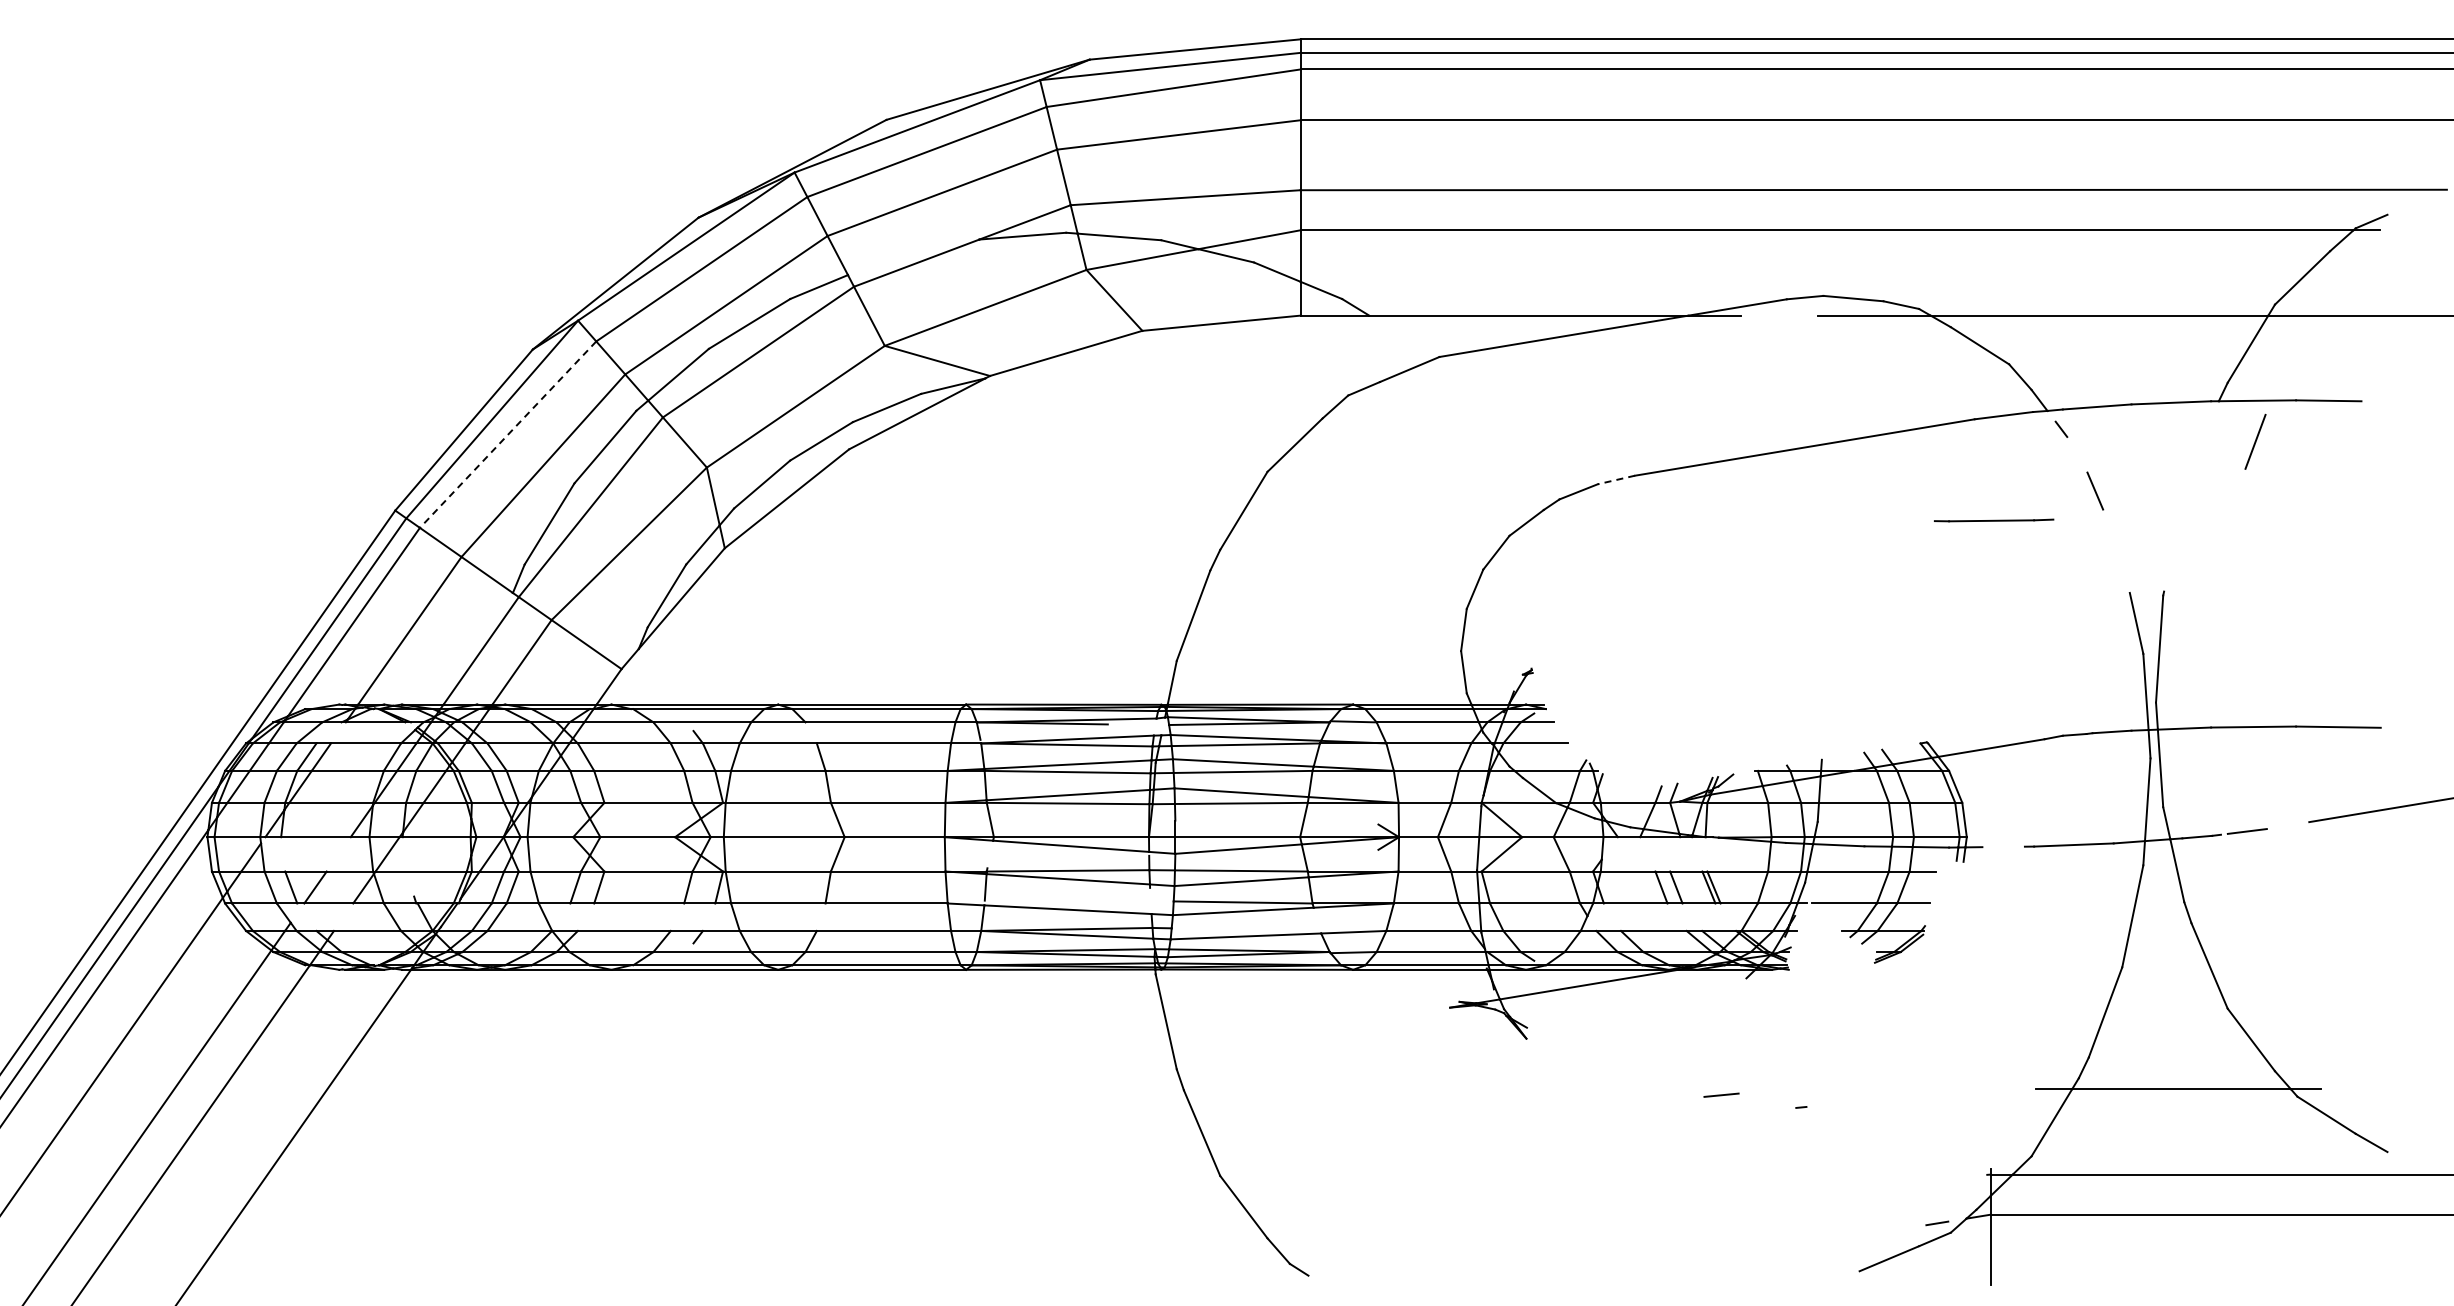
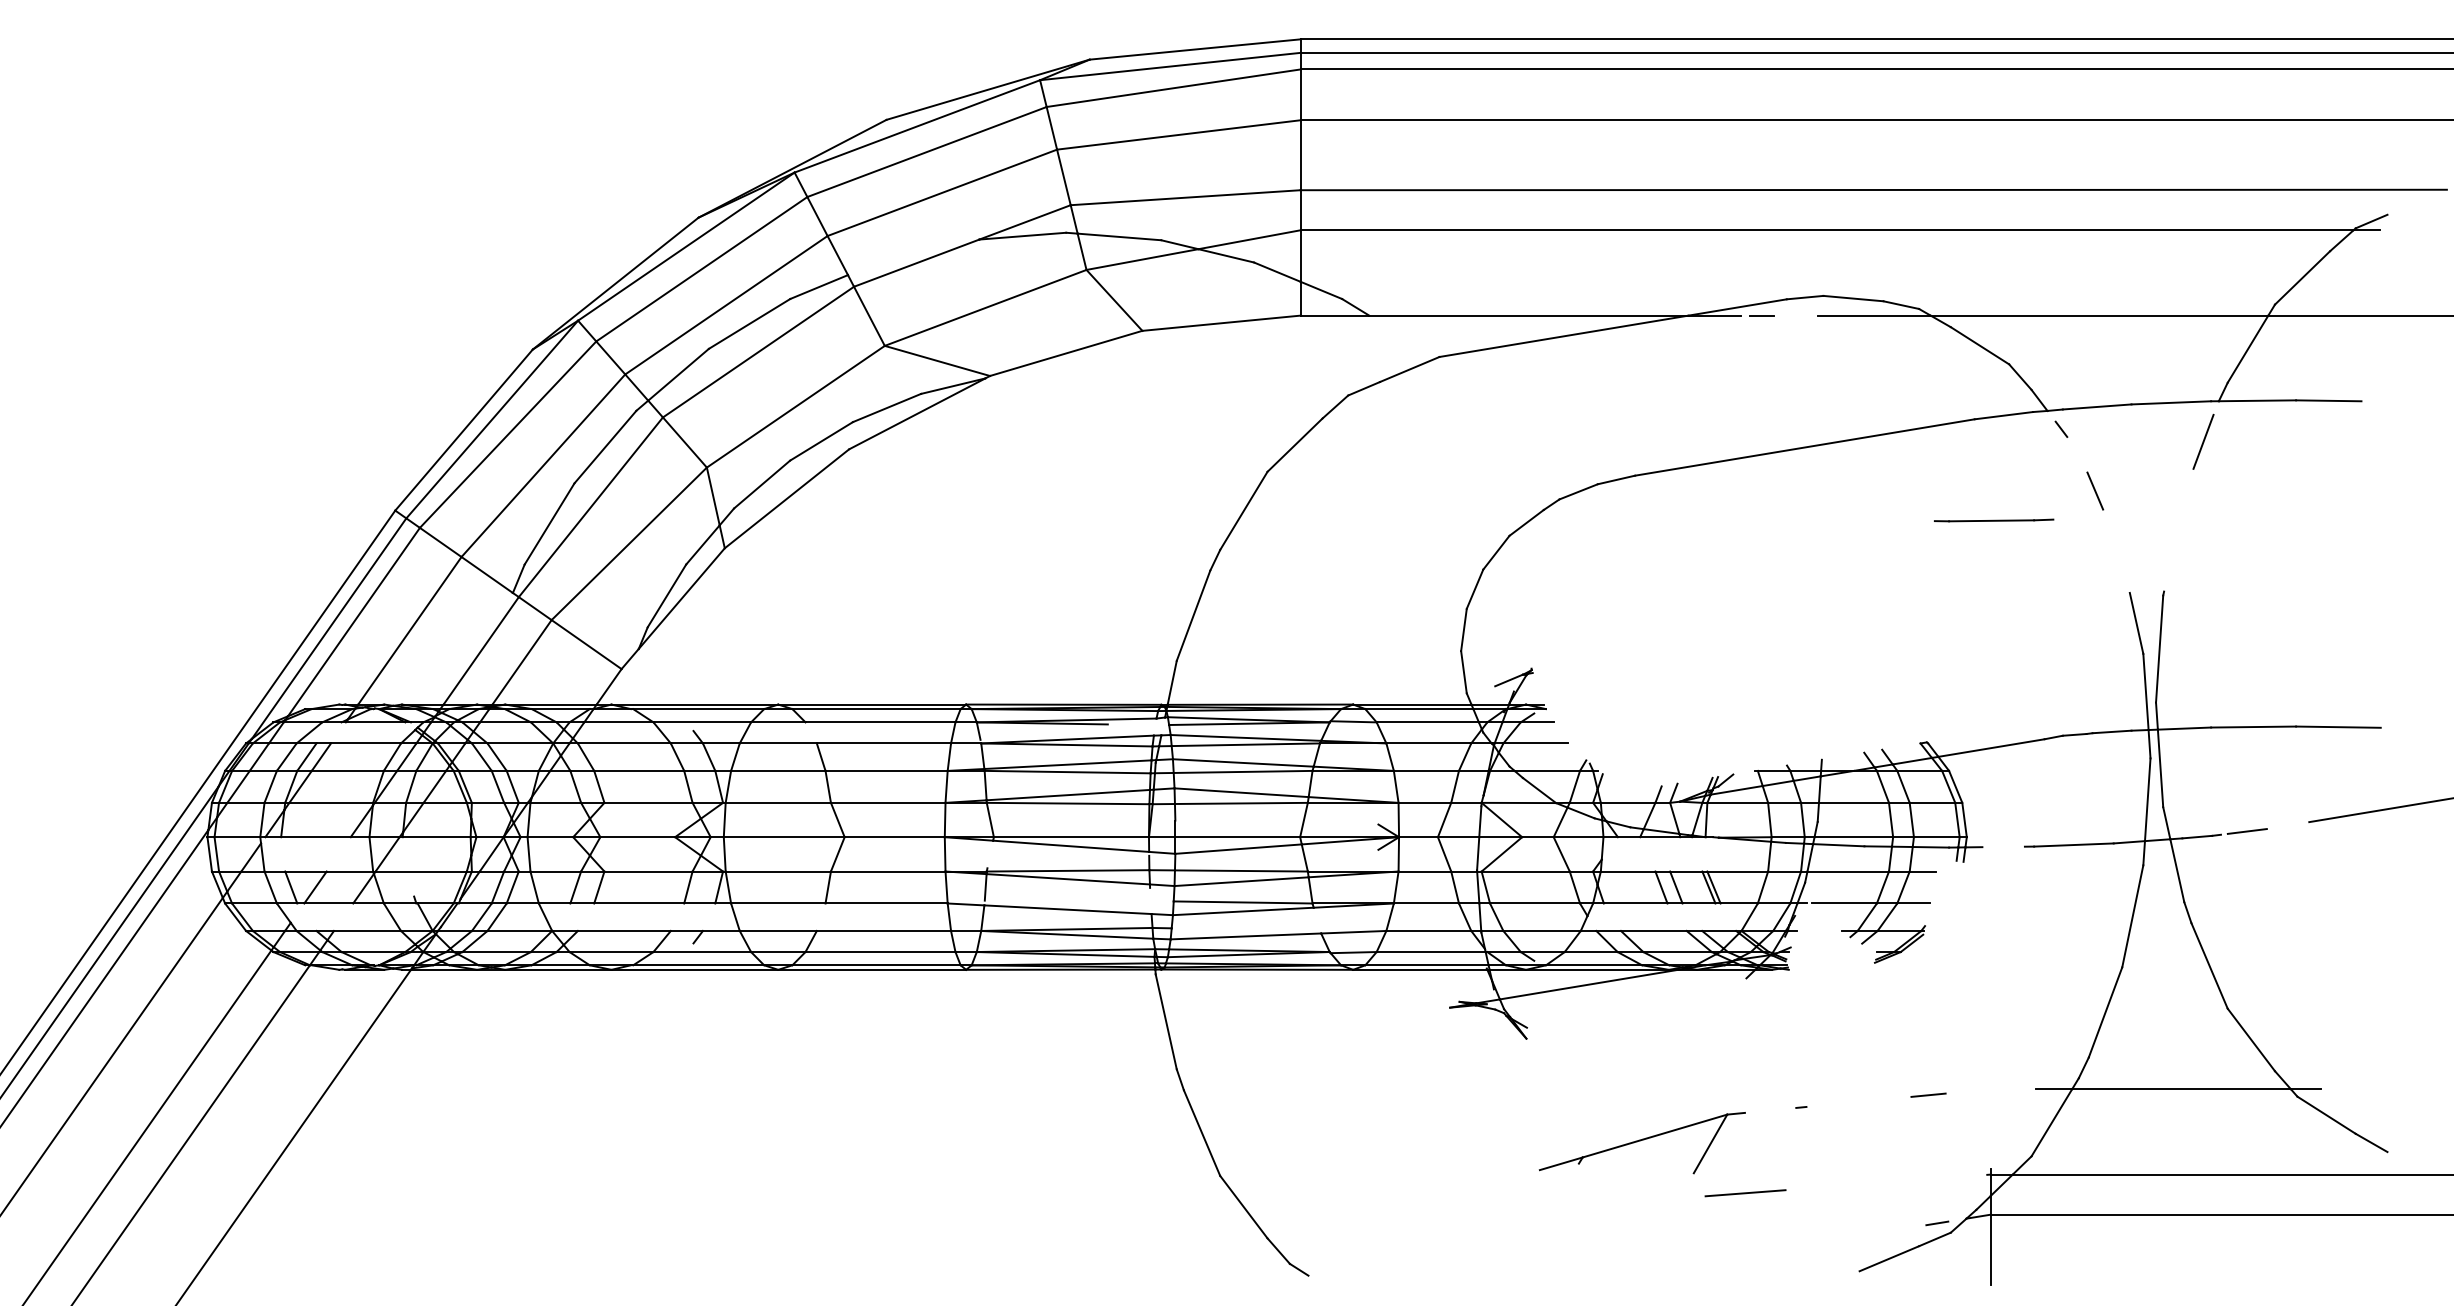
line at (1761, 315): none -> present
line at (507, 435): dashed -> solid
line at (2255, 441) position: (2255, 441) -> (2203, 441)
line at (1615, 480): dashed -> solid
line at (1508, 680): none -> present
line at (1721, 1094) position: (1721, 1094) -> (1928, 1094)
part at (1641, 1143): none -> present
line at (1745, 1193): none -> present
